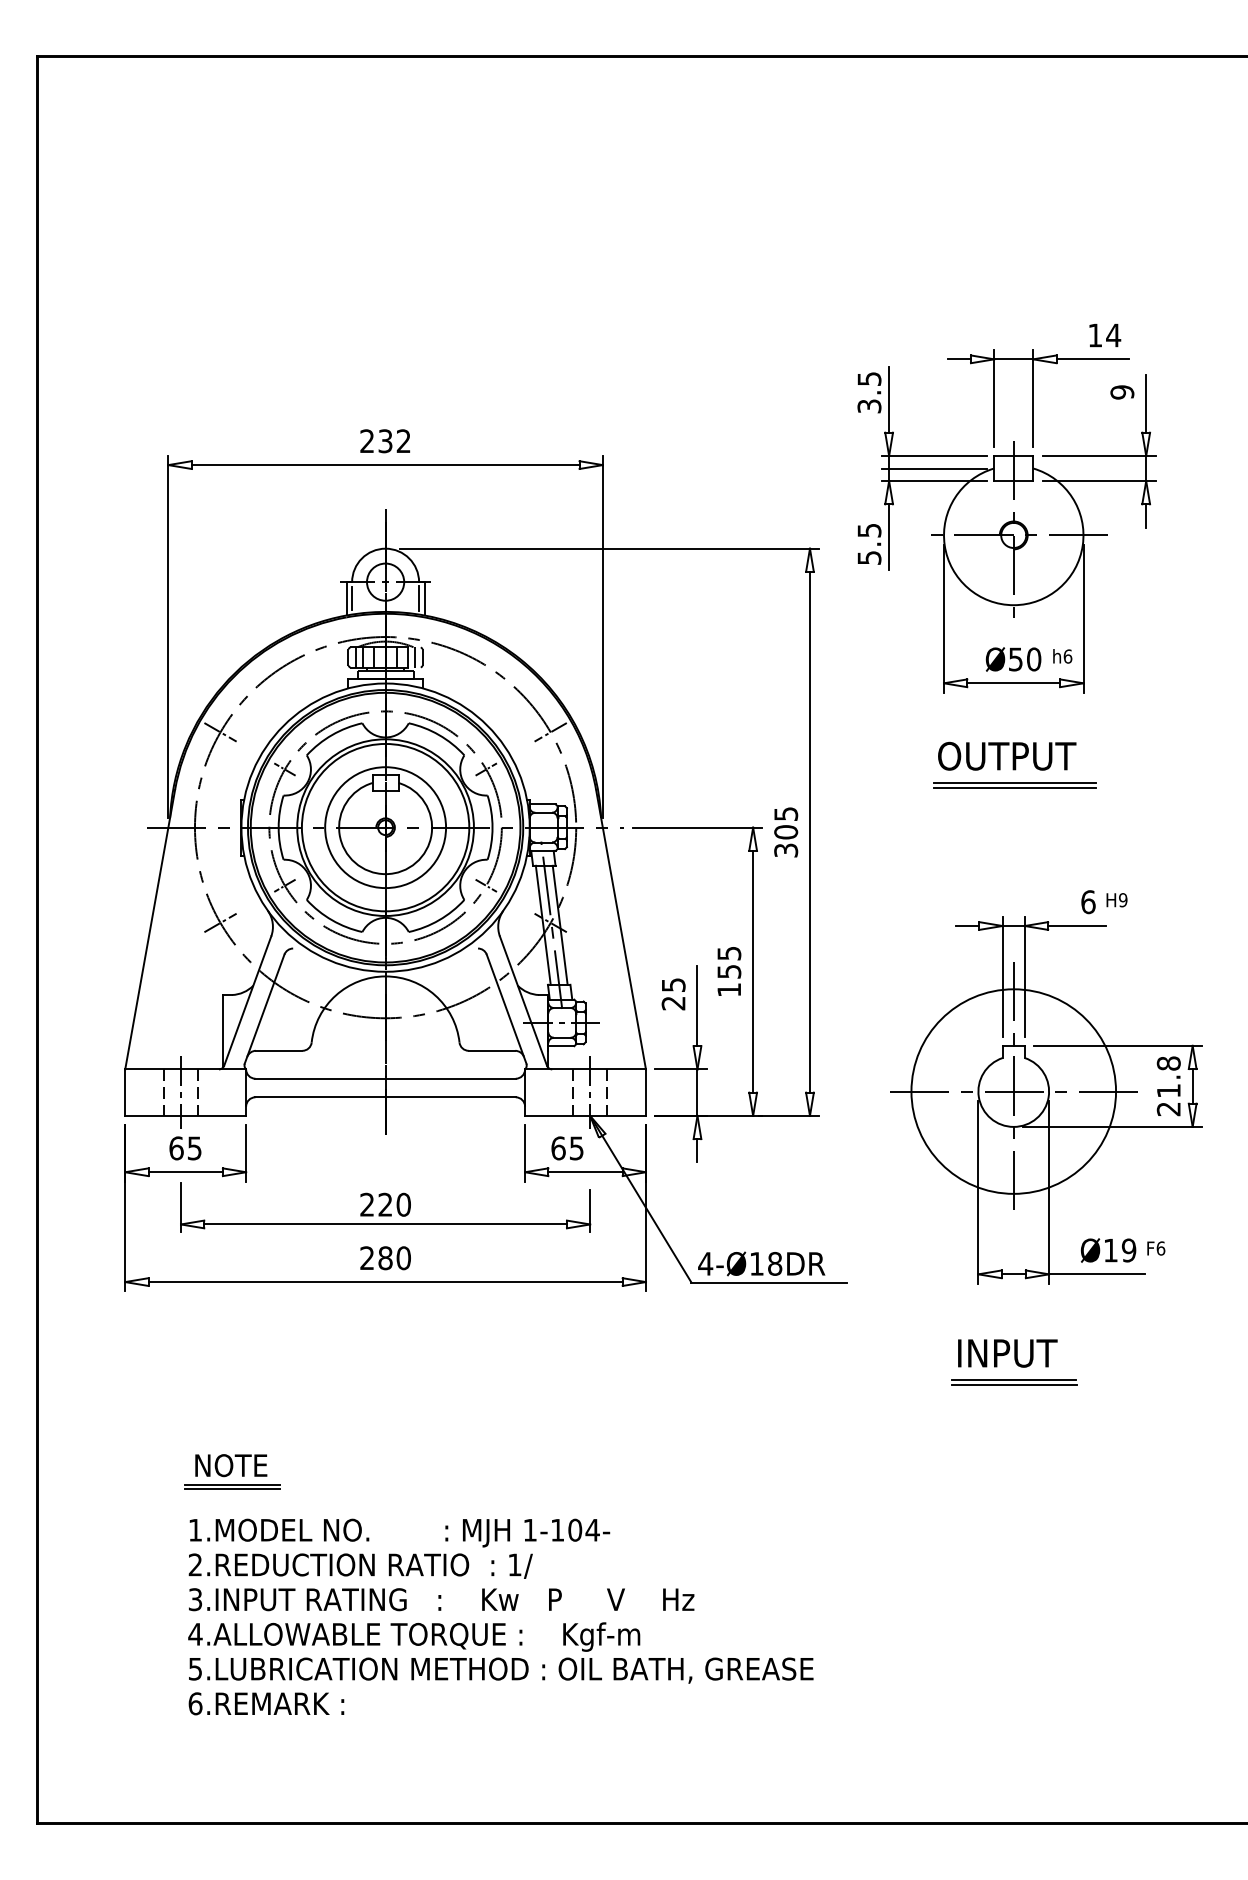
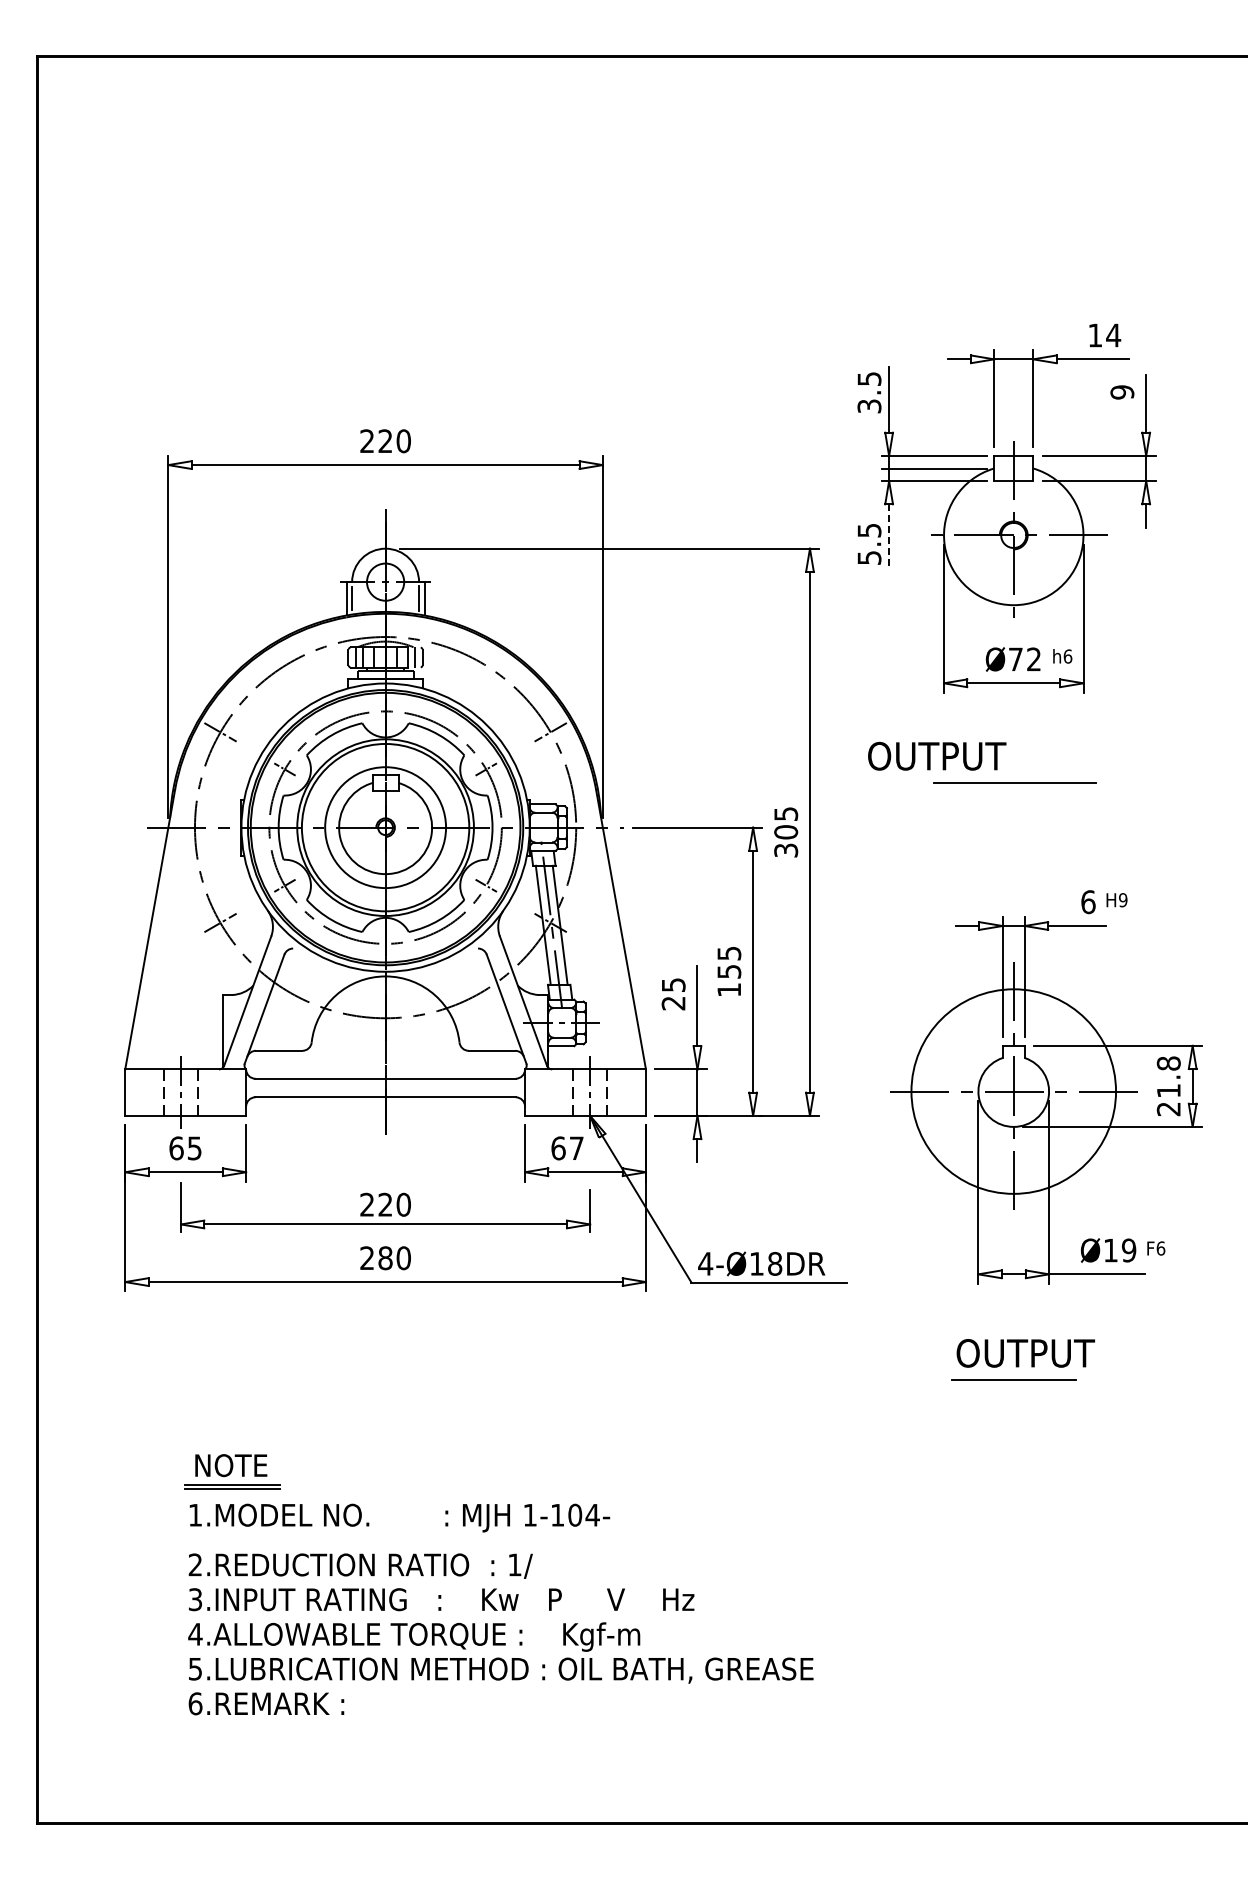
text at (394, 441): 232 -> 220
line at (889, 537): solid -> dashed
text at (1025, 659): Ø50 -> Ø72
text at (1007, 755) position: (1007, 755) -> (937, 755)
line at (1014, 788): present -> none
text at (576, 1148): 65 -> 67
text at (1025, 1353): INPUT -> OUTPUT
line at (1014, 1385): present -> none
text at (399, 1532) position: (399, 1532) -> (399, 1517)
